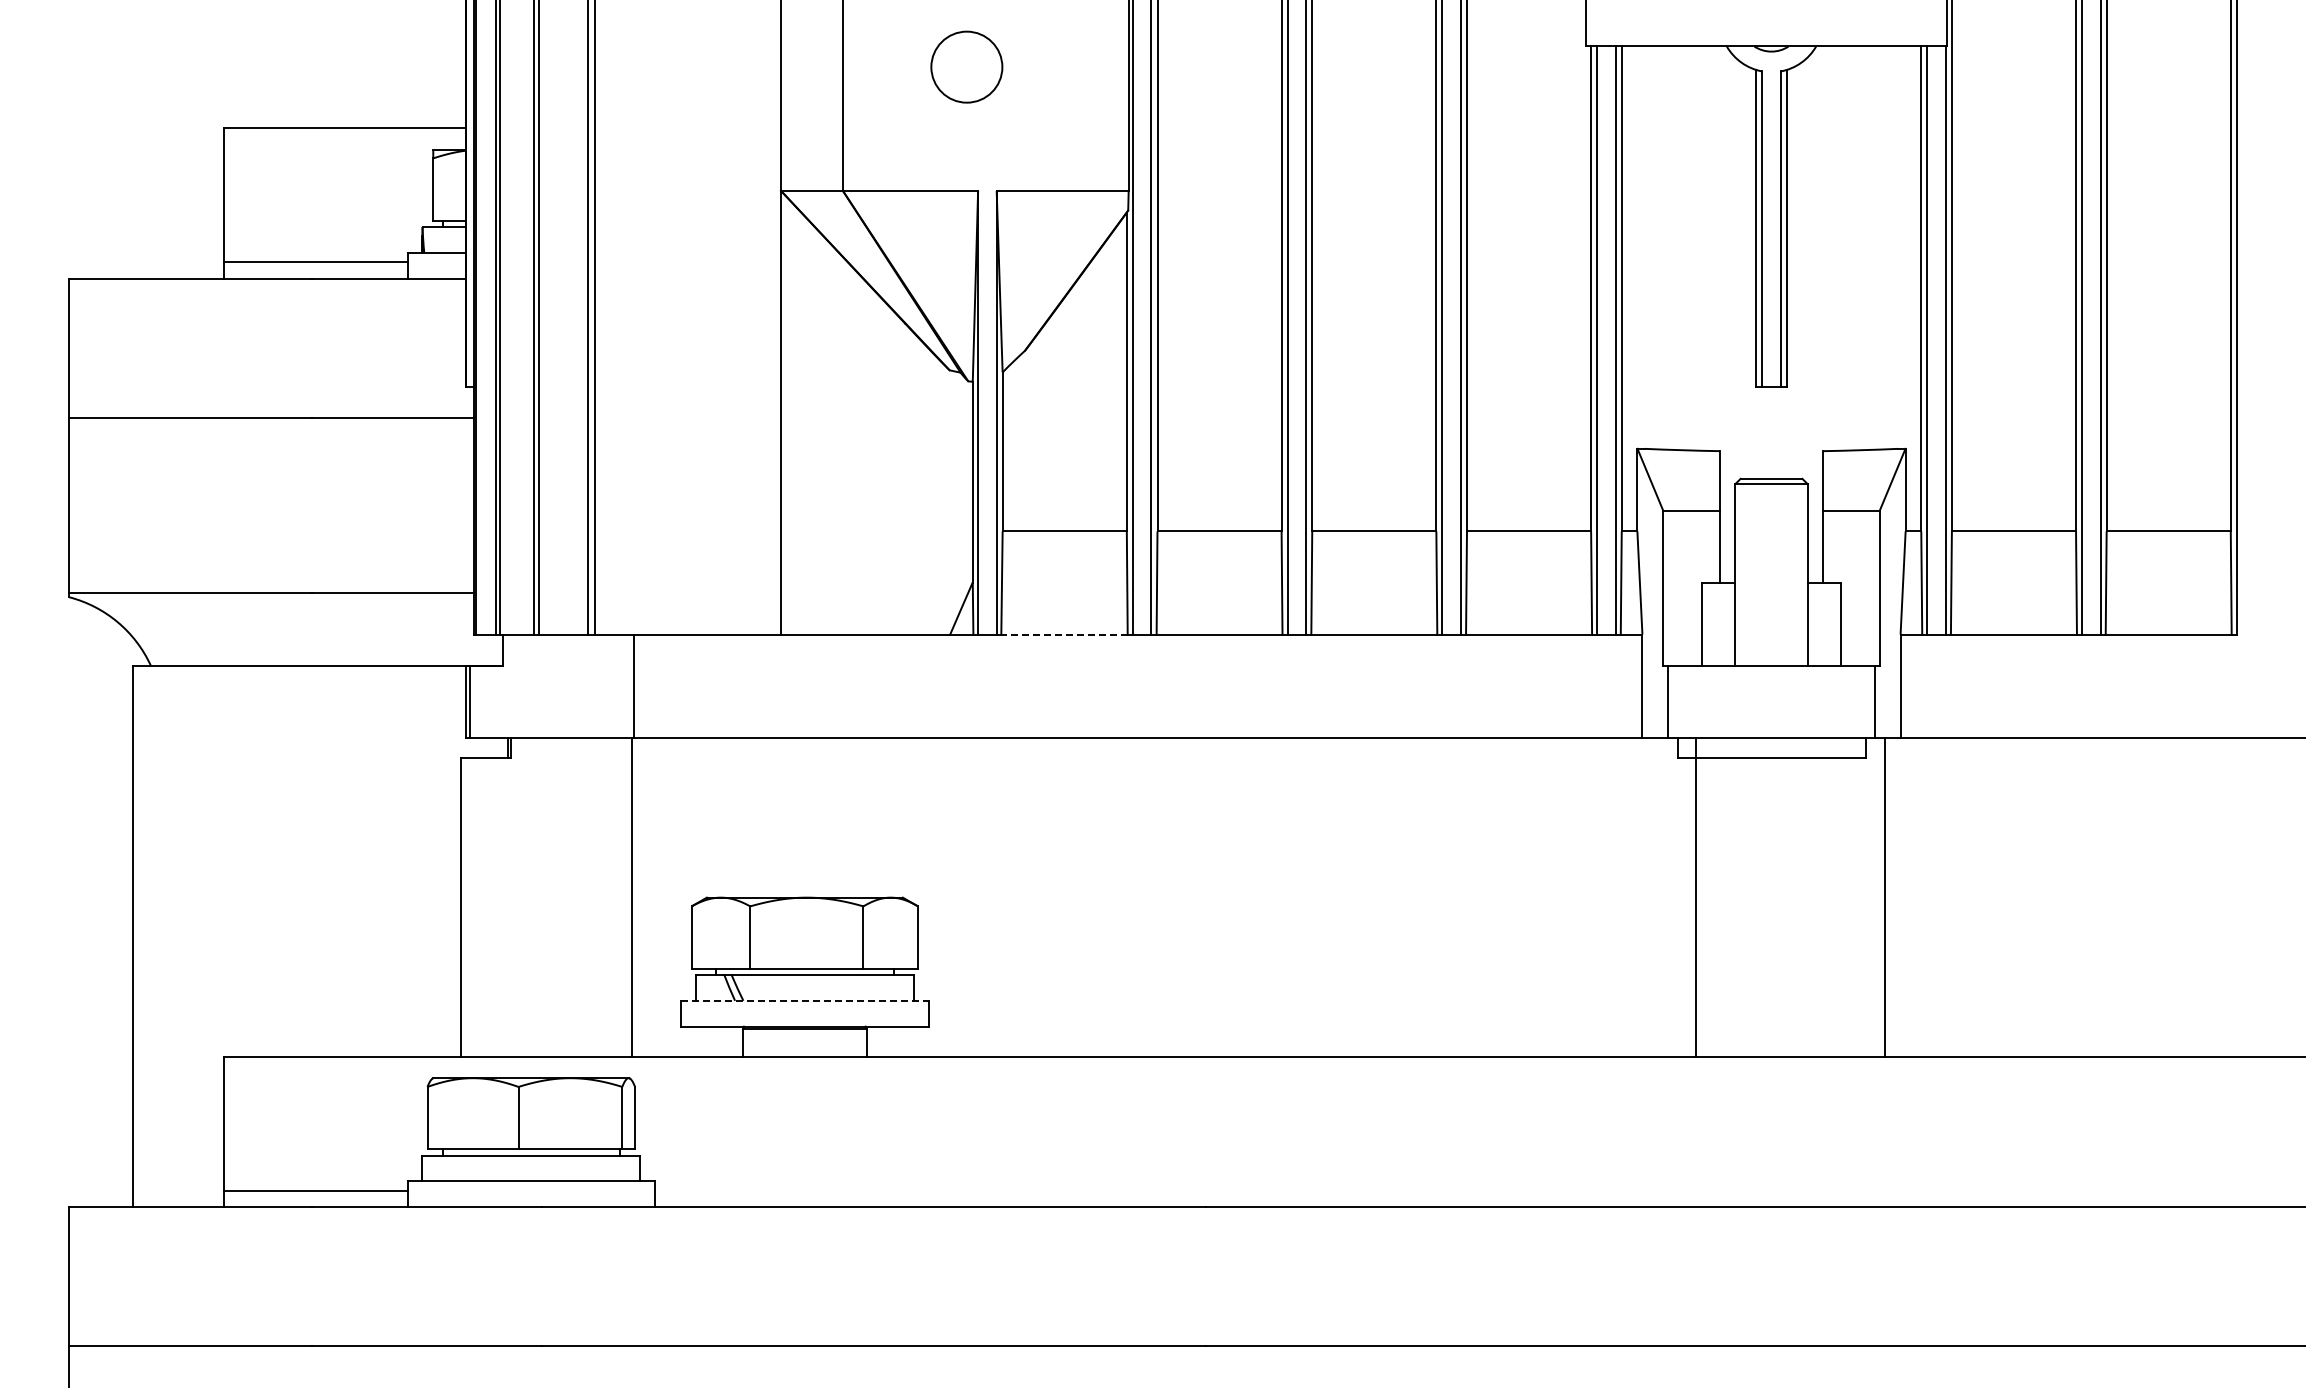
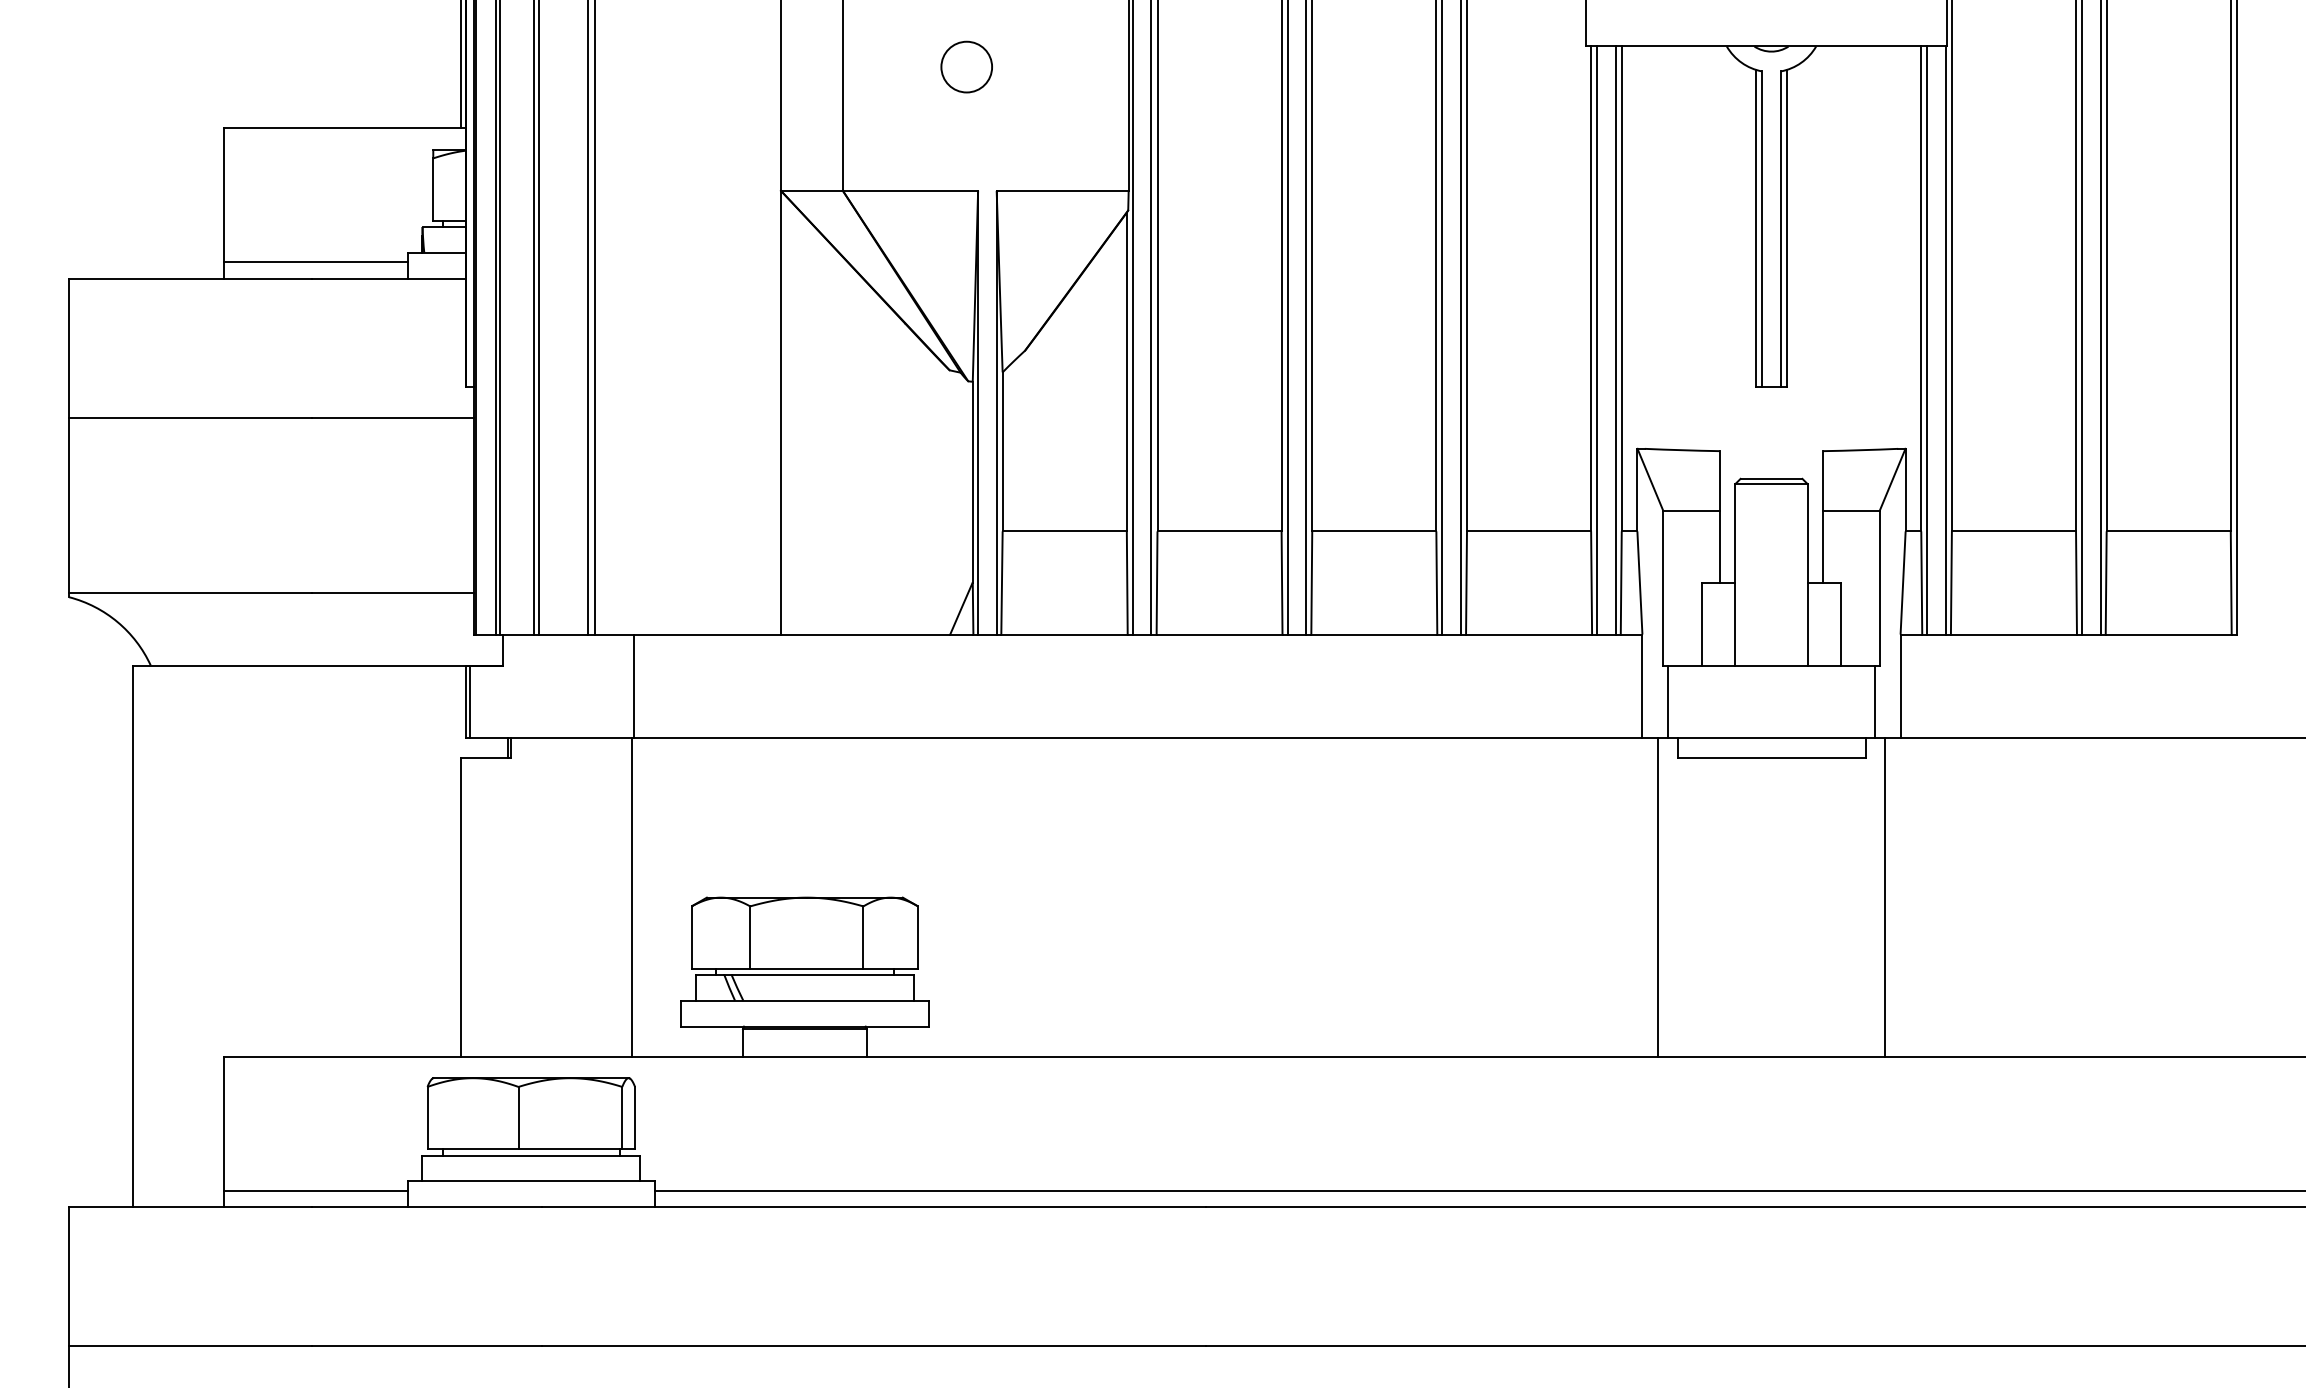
line at (461, 65): none -> present
circle at (966, 66) size: 74x74 px -> 53x54 px
line at (1064, 634): dashed -> solid
line at (1696, 896) position: (1696, 896) -> (1658, 896)
line at (804, 1000): dashed -> solid
line at (1478, 1190): none -> present
